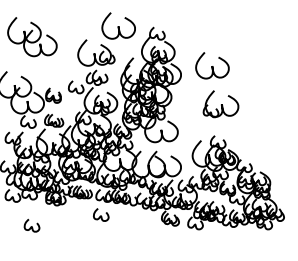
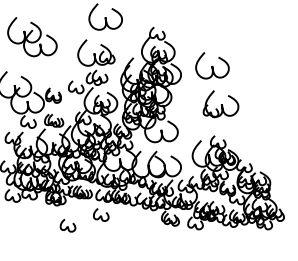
curve at (118, 26) position: (118, 26) -> (105, 17)
curve at (31, 226) position: (31, 226) -> (67, 226)
